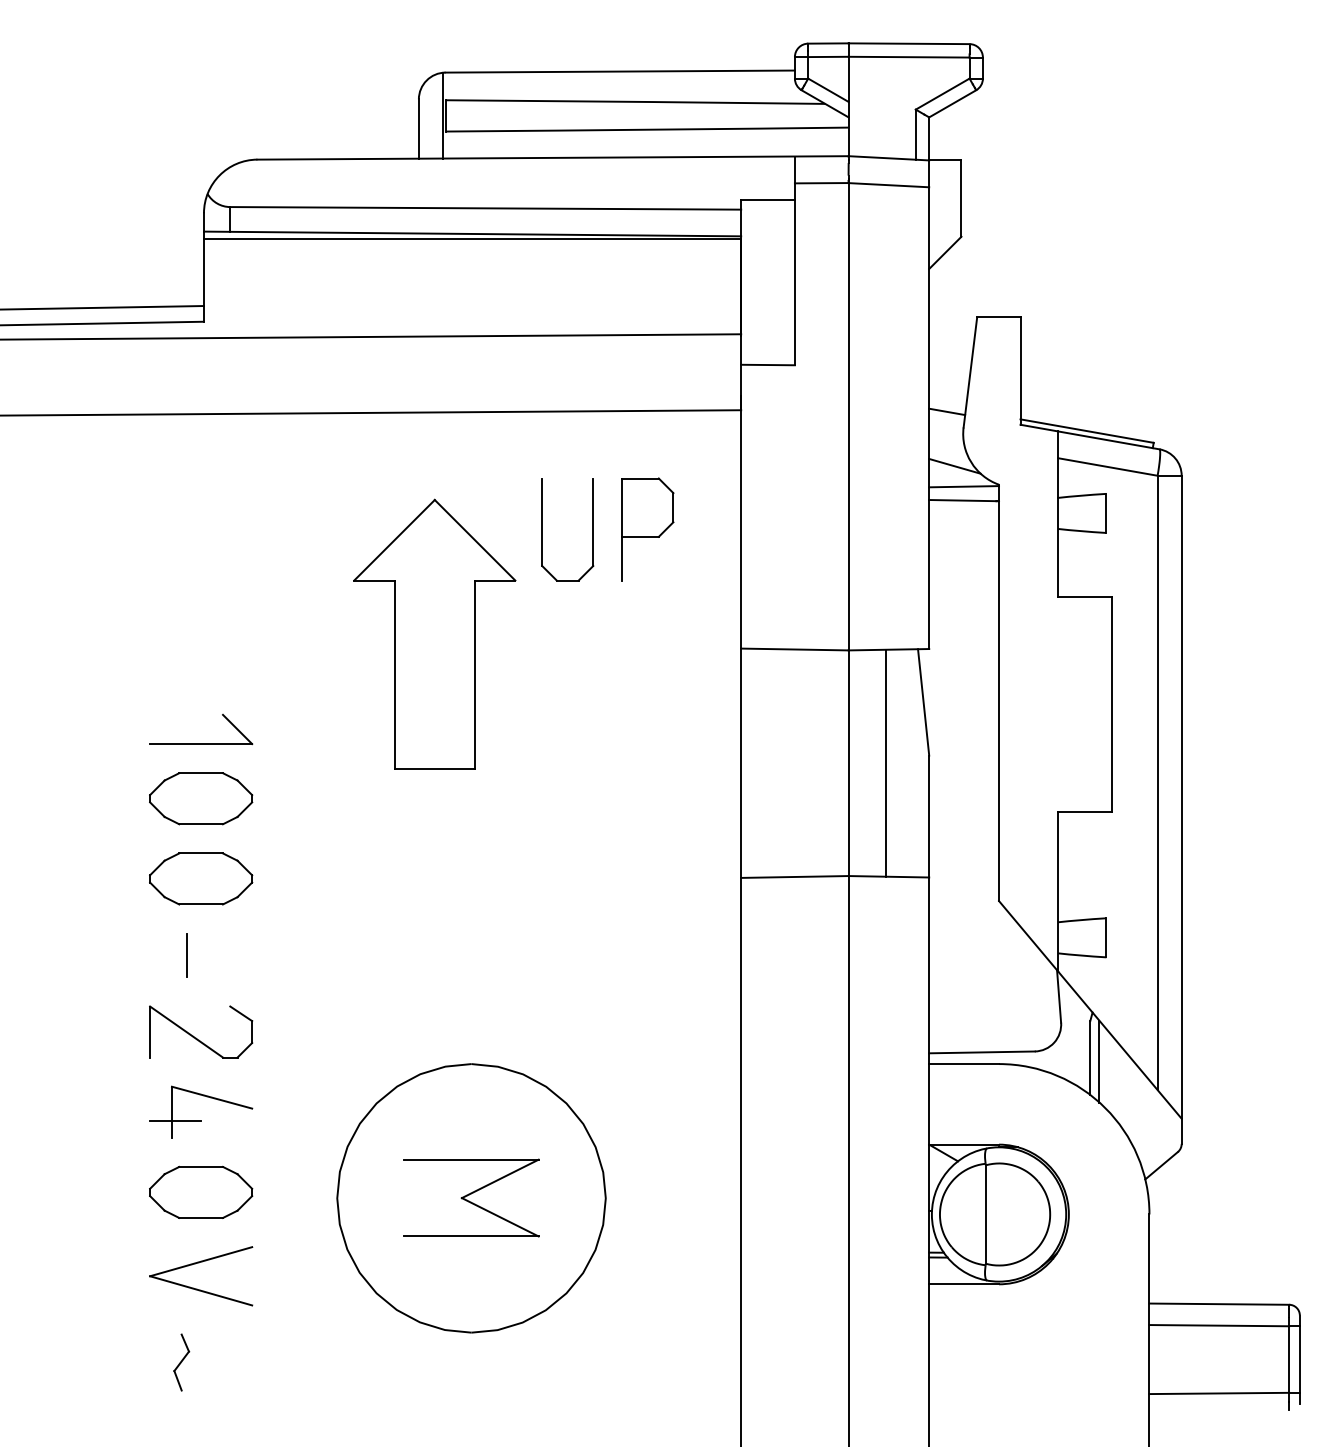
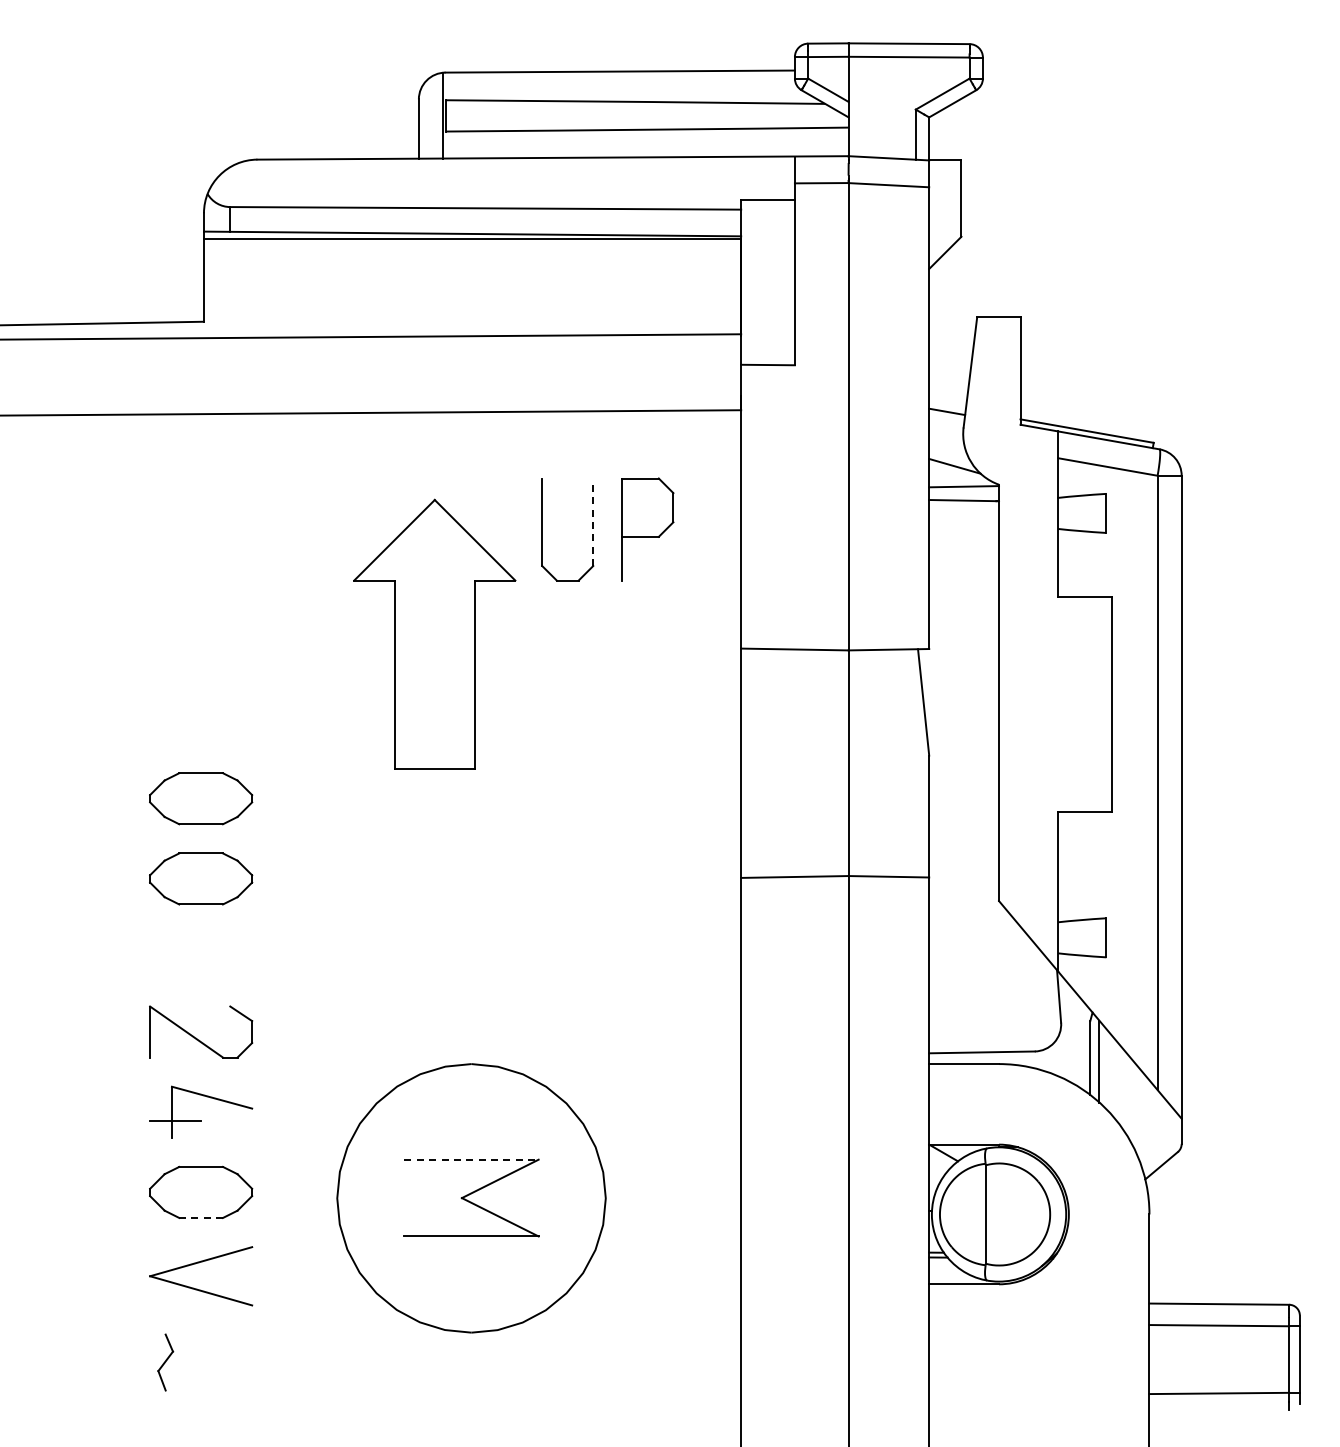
line at (102, 307): present -> none
line at (593, 522): solid -> dashed
part at (201, 743): present -> none
line at (886, 762): present -> none
line at (186, 955): present -> none
line at (472, 1159): solid -> dashed
line at (201, 1217): solid -> dashed
part at (181, 1362) position: (181, 1362) -> (165, 1362)
